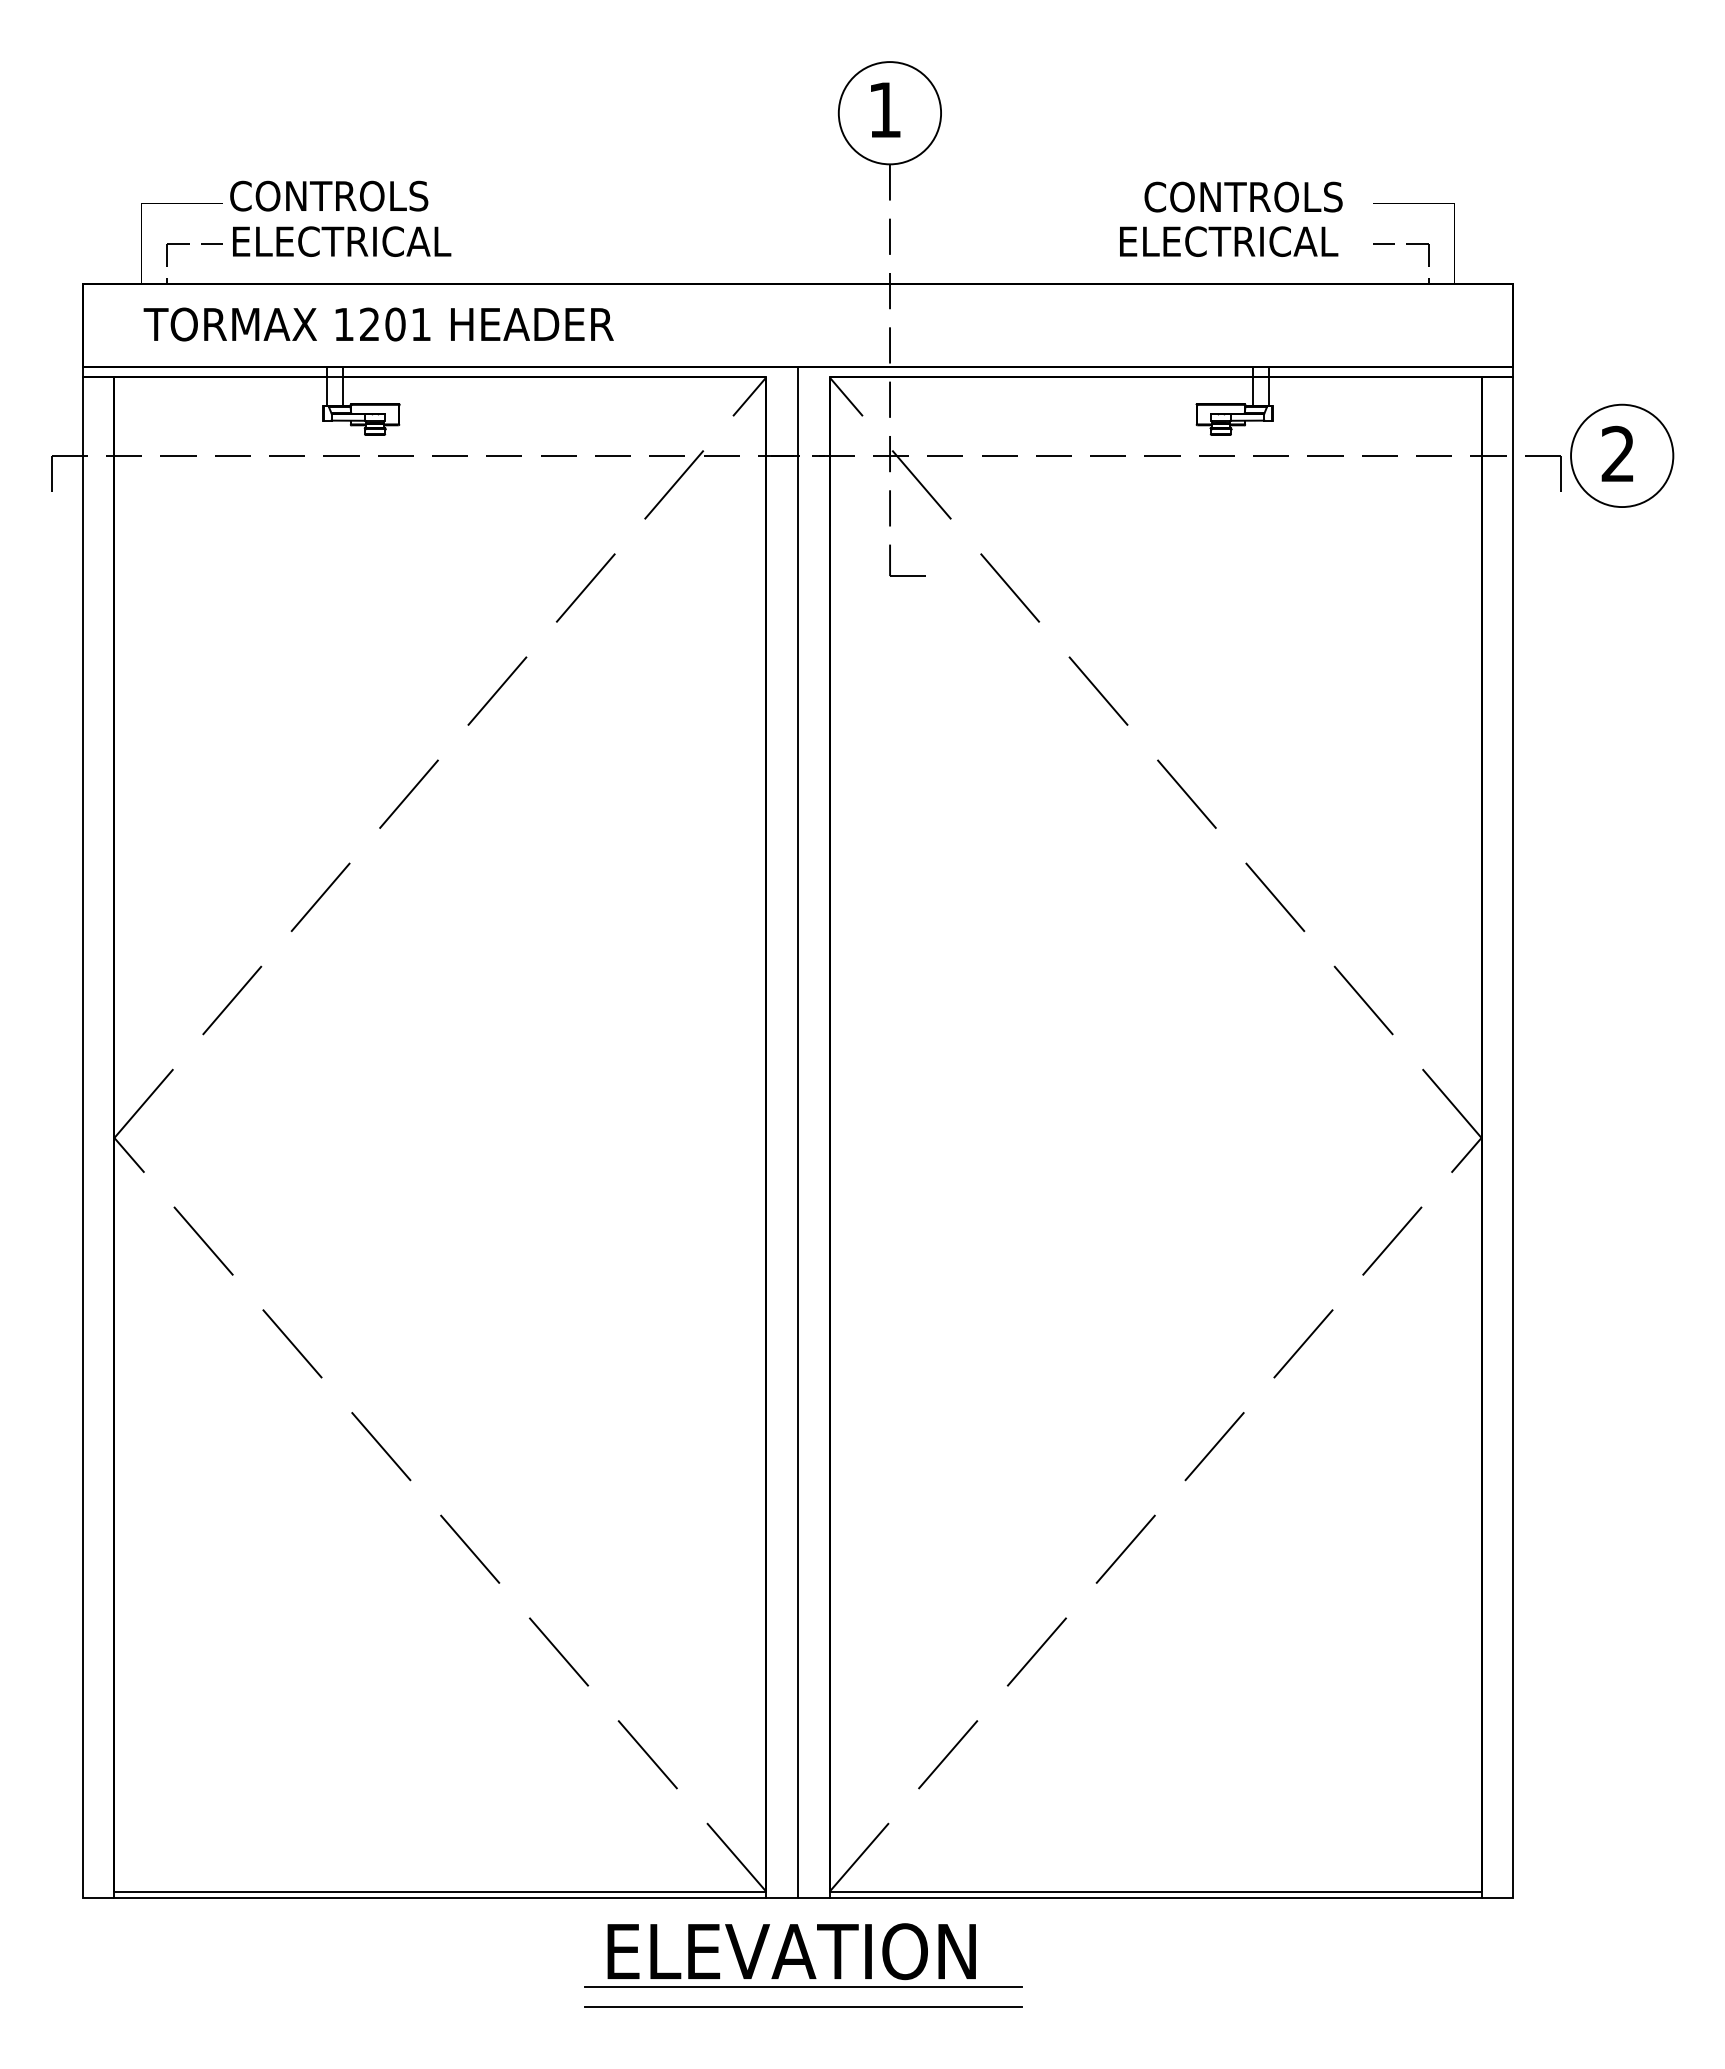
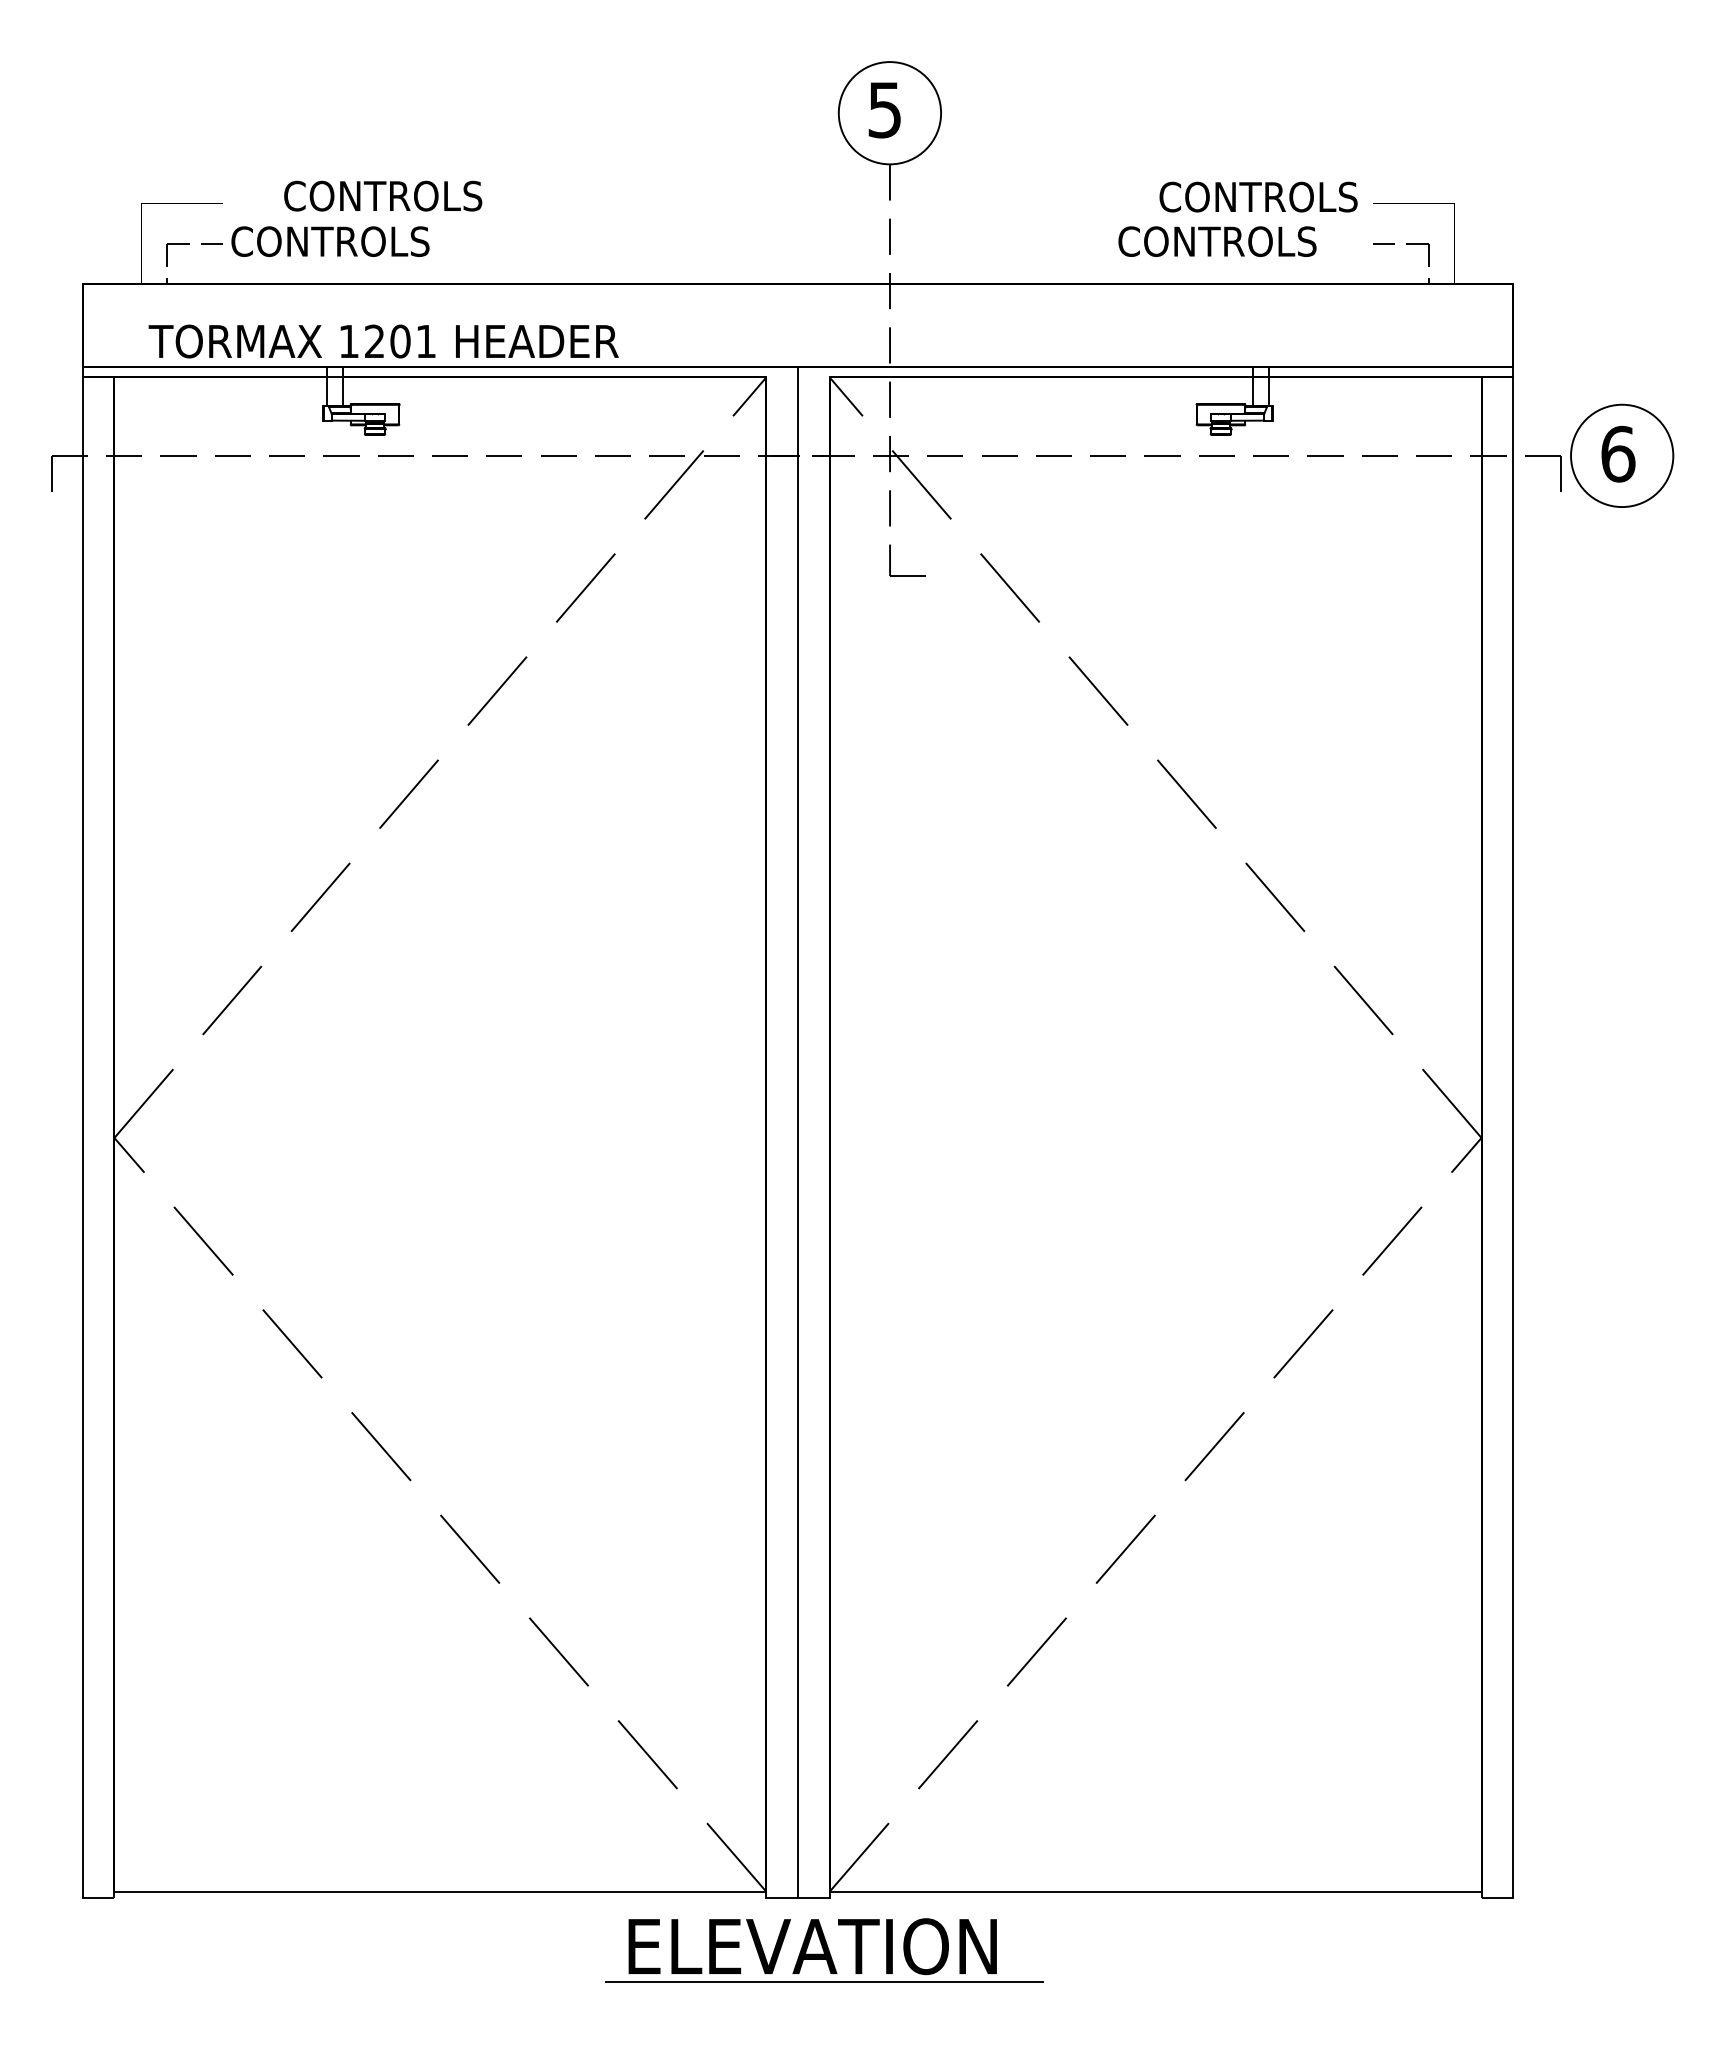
text at (884, 110): 1 -> 5
text at (329, 195) position: (329, 195) -> (383, 195)
text at (1243, 196) position: (1243, 196) -> (1258, 196)
text at (341, 241): ELECTRICAL -> CONTROLS
text at (1228, 241): ELECTRICAL -> CONTROLS
text at (378, 324) position: (378, 324) -> (383, 341)
text at (1618, 453): 2 -> 6
line at (440, 1898): present -> none
line at (1155, 1898): present -> none
part at (803, 1955) position: (803, 1955) -> (824, 1950)
line at (803, 2006): present -> none
